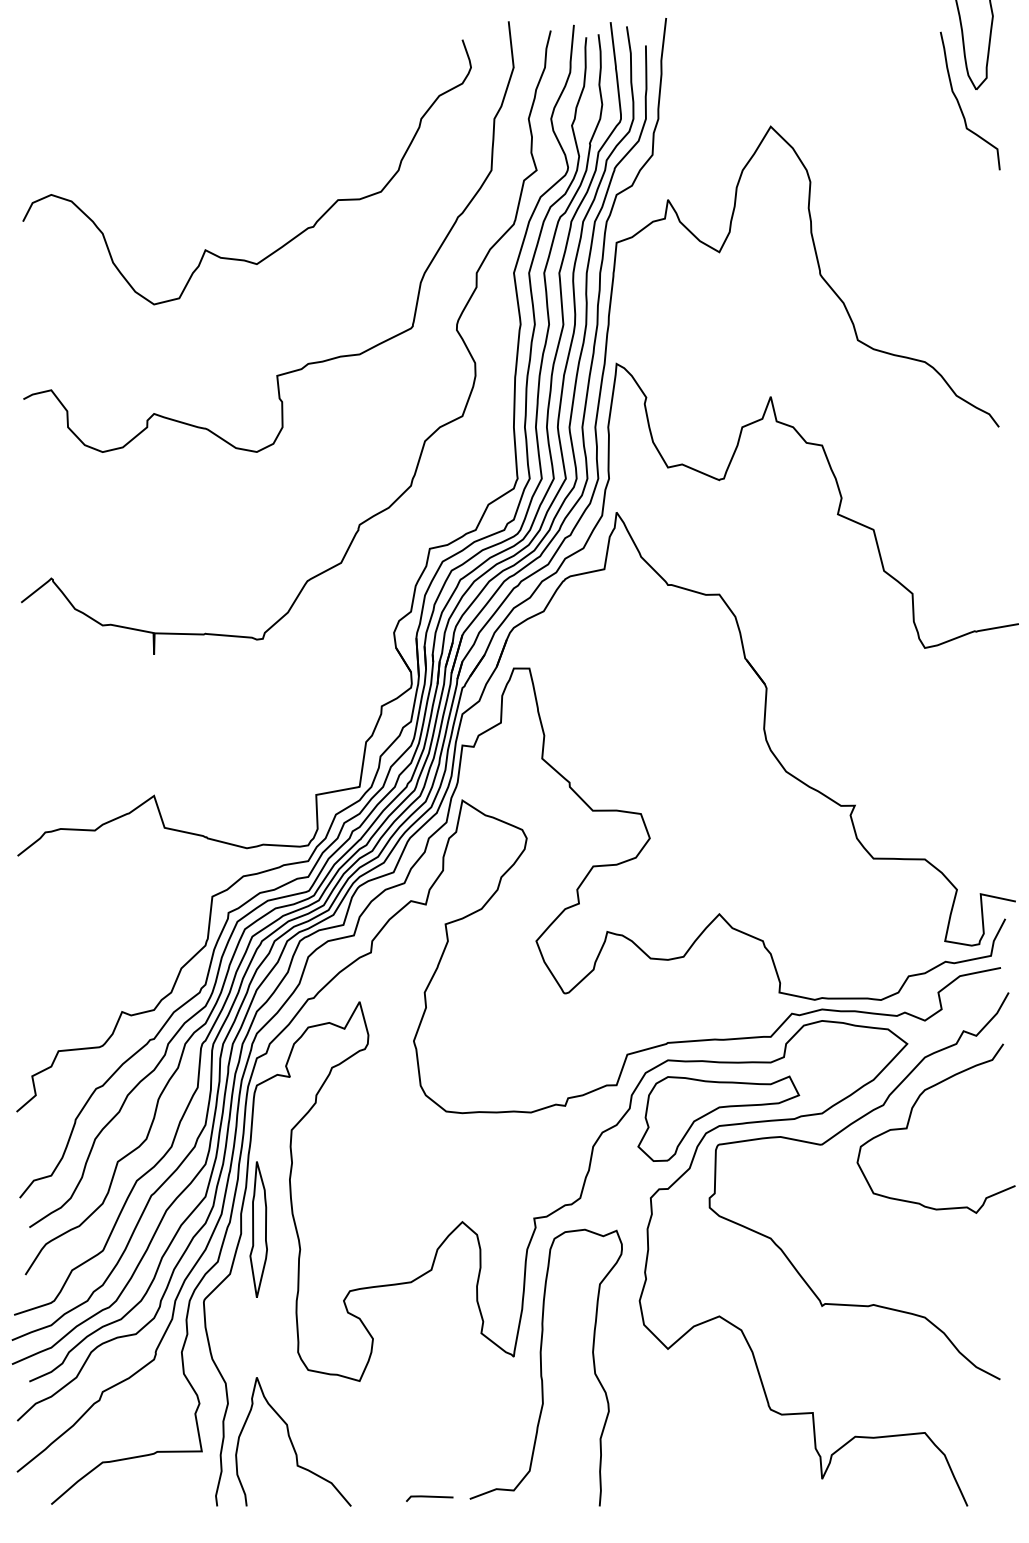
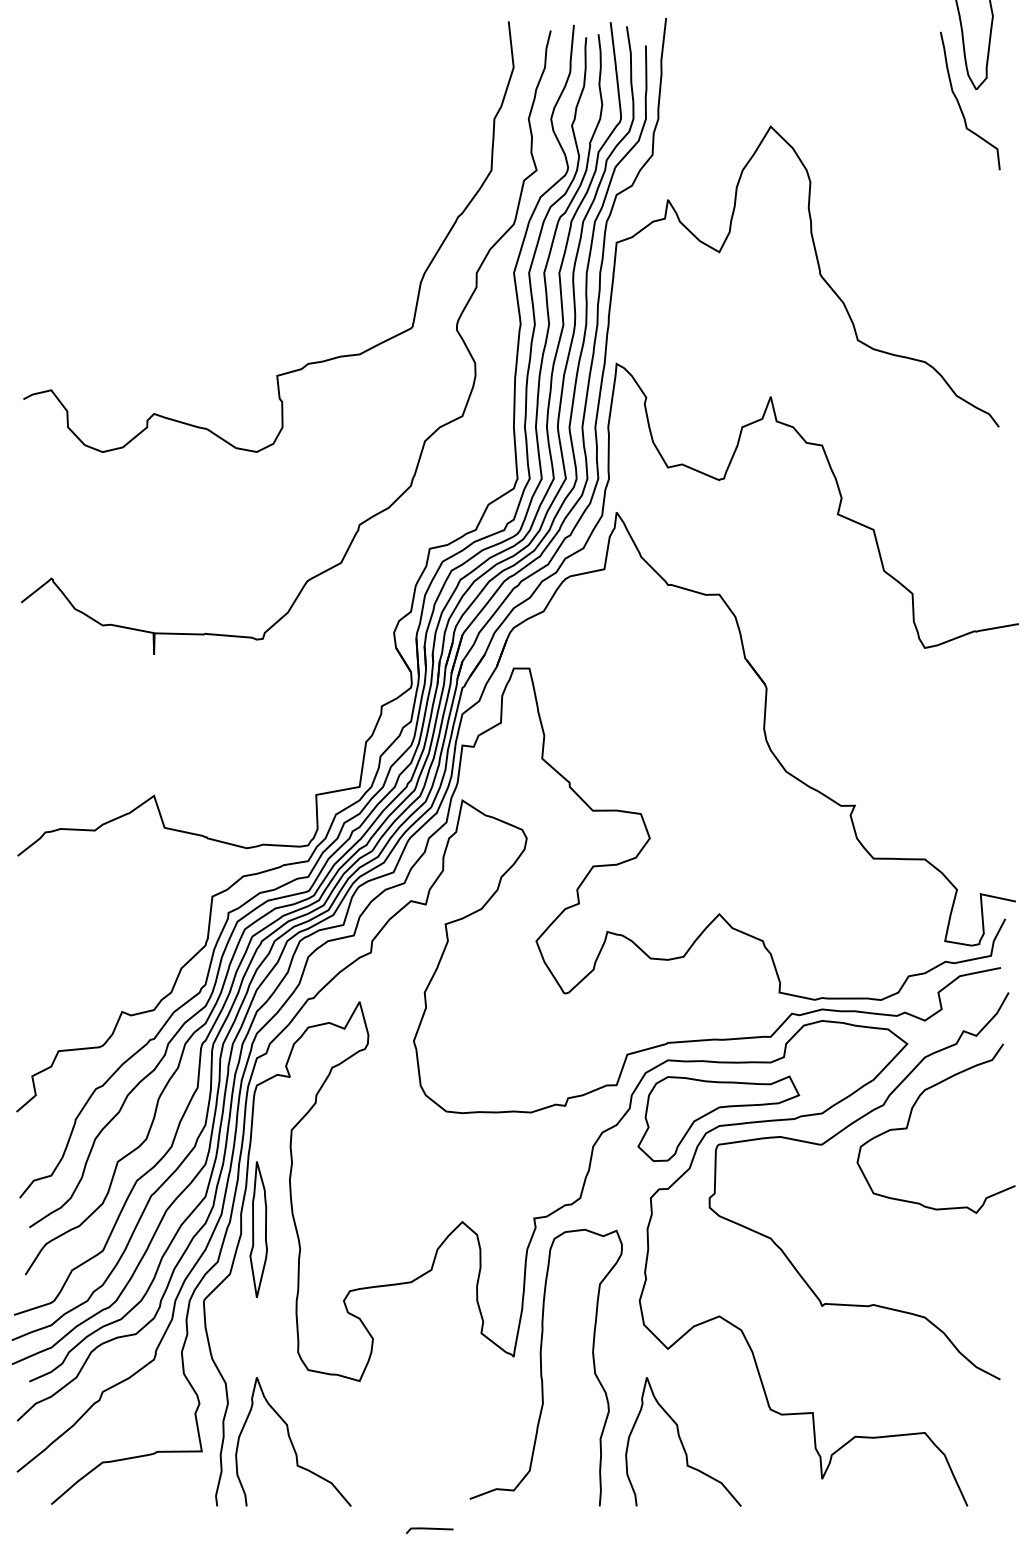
curve at (294, 236): present -> none
curve at (682, 1441): none -> present
line at (429, 1497) position: (429, 1497) -> (429, 1529)
